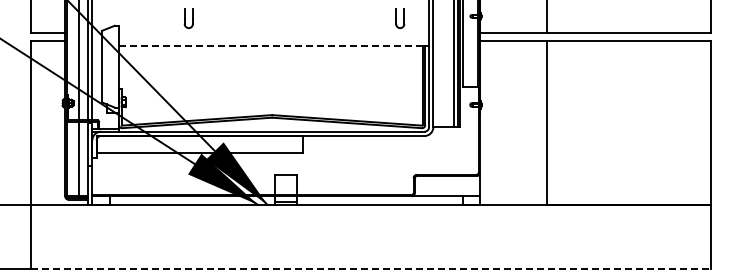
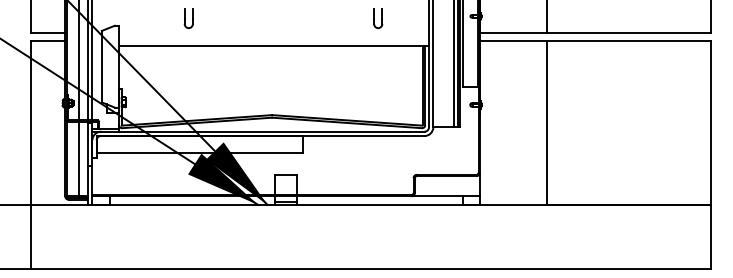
part at (400, 18) position: (400, 18) -> (378, 18)
line at (270, 45): dashed -> solid
line at (371, 269): dashed -> solid
